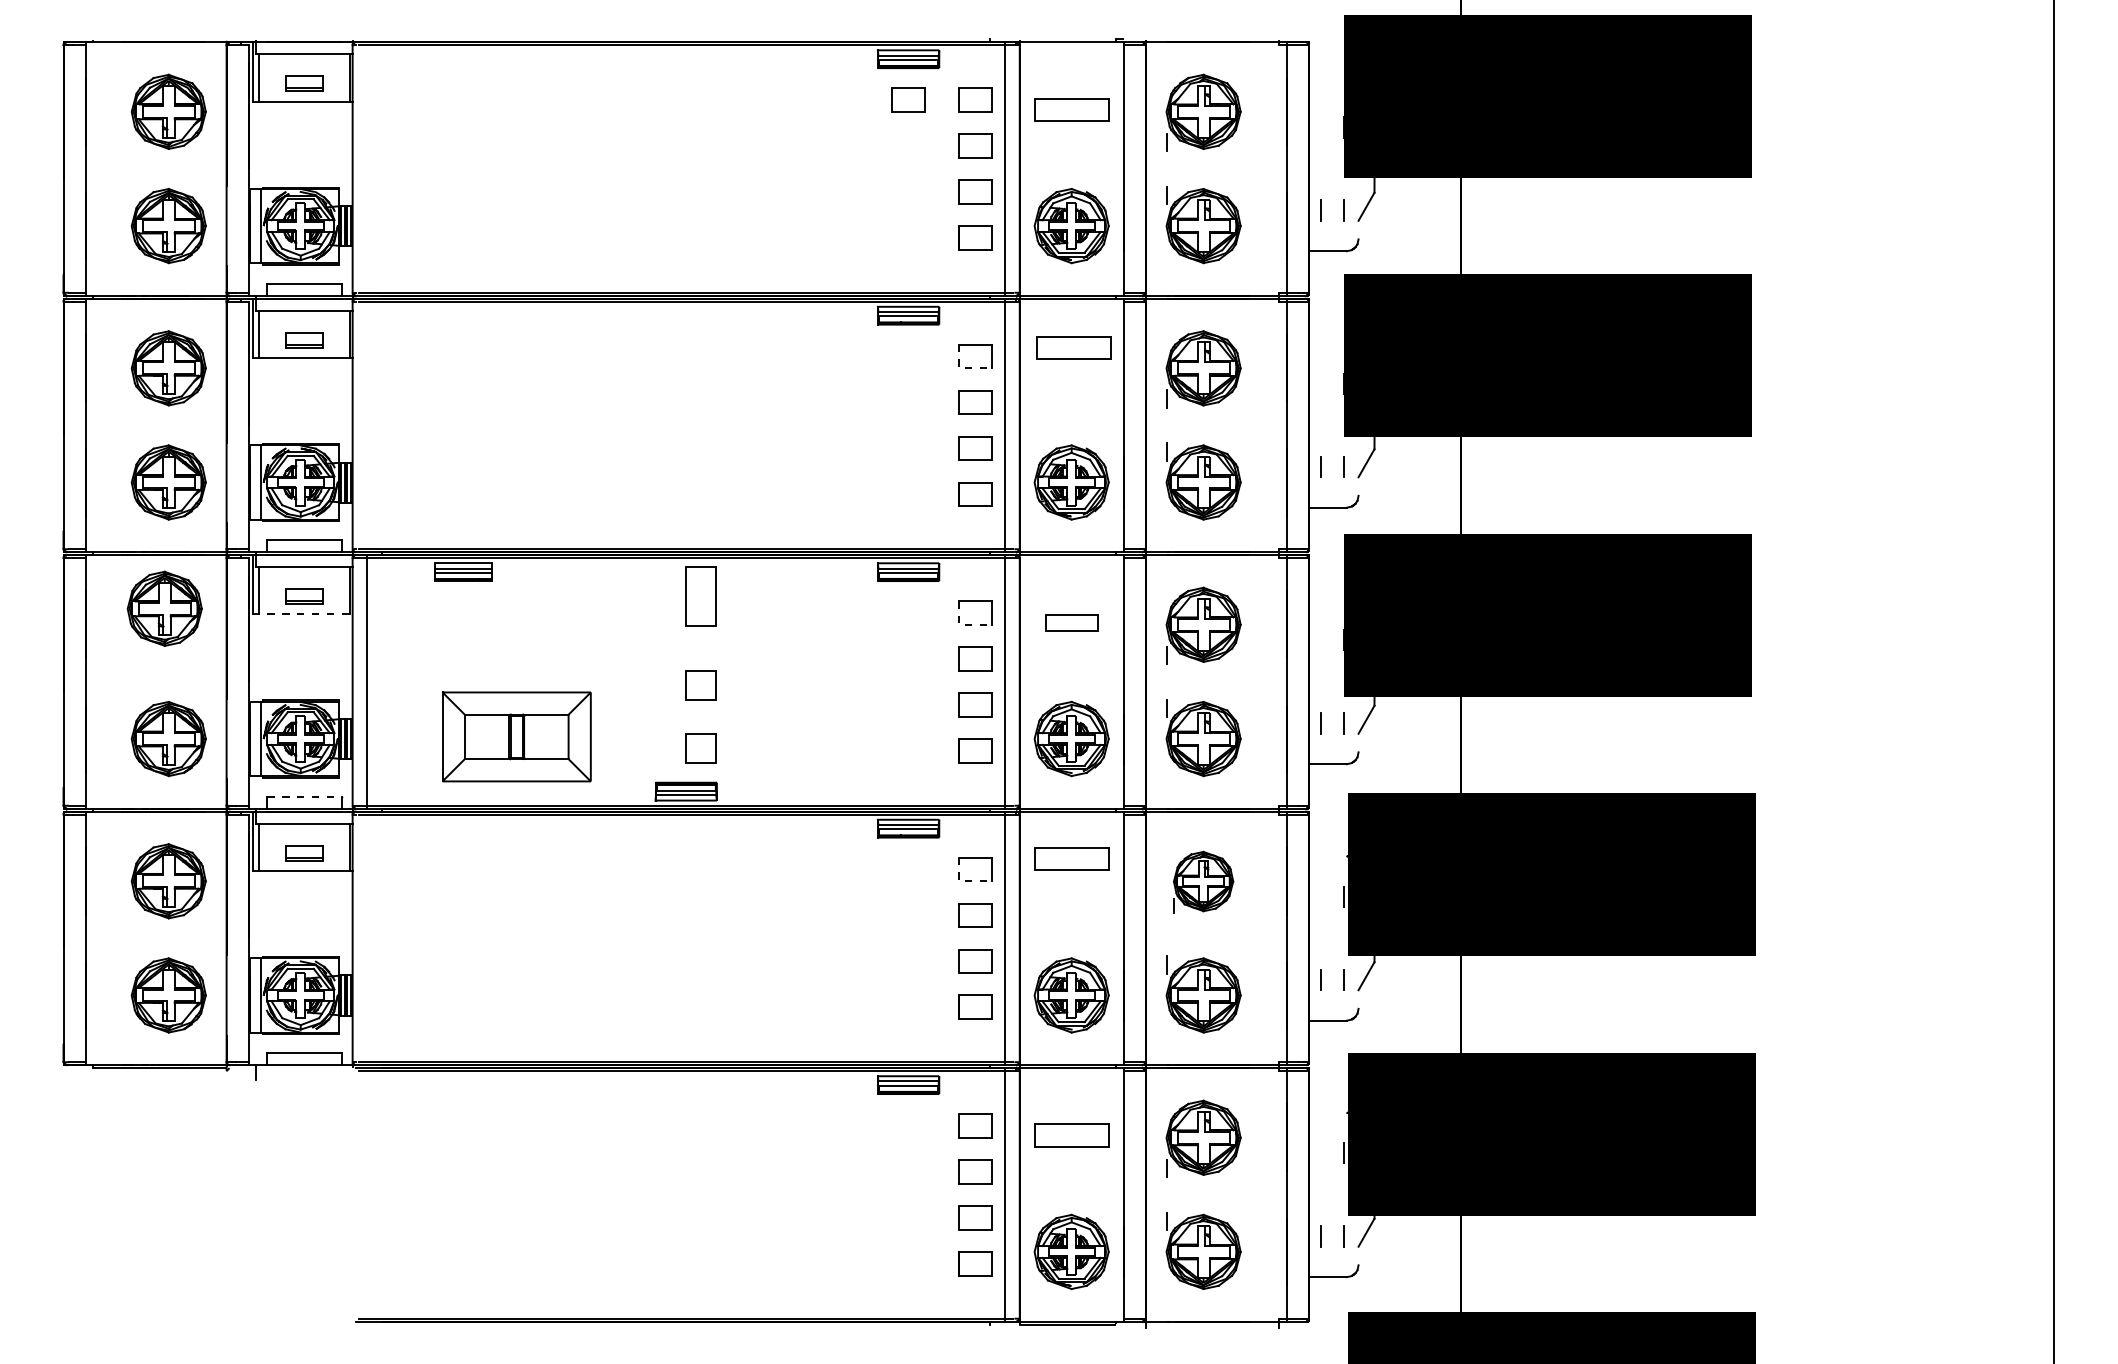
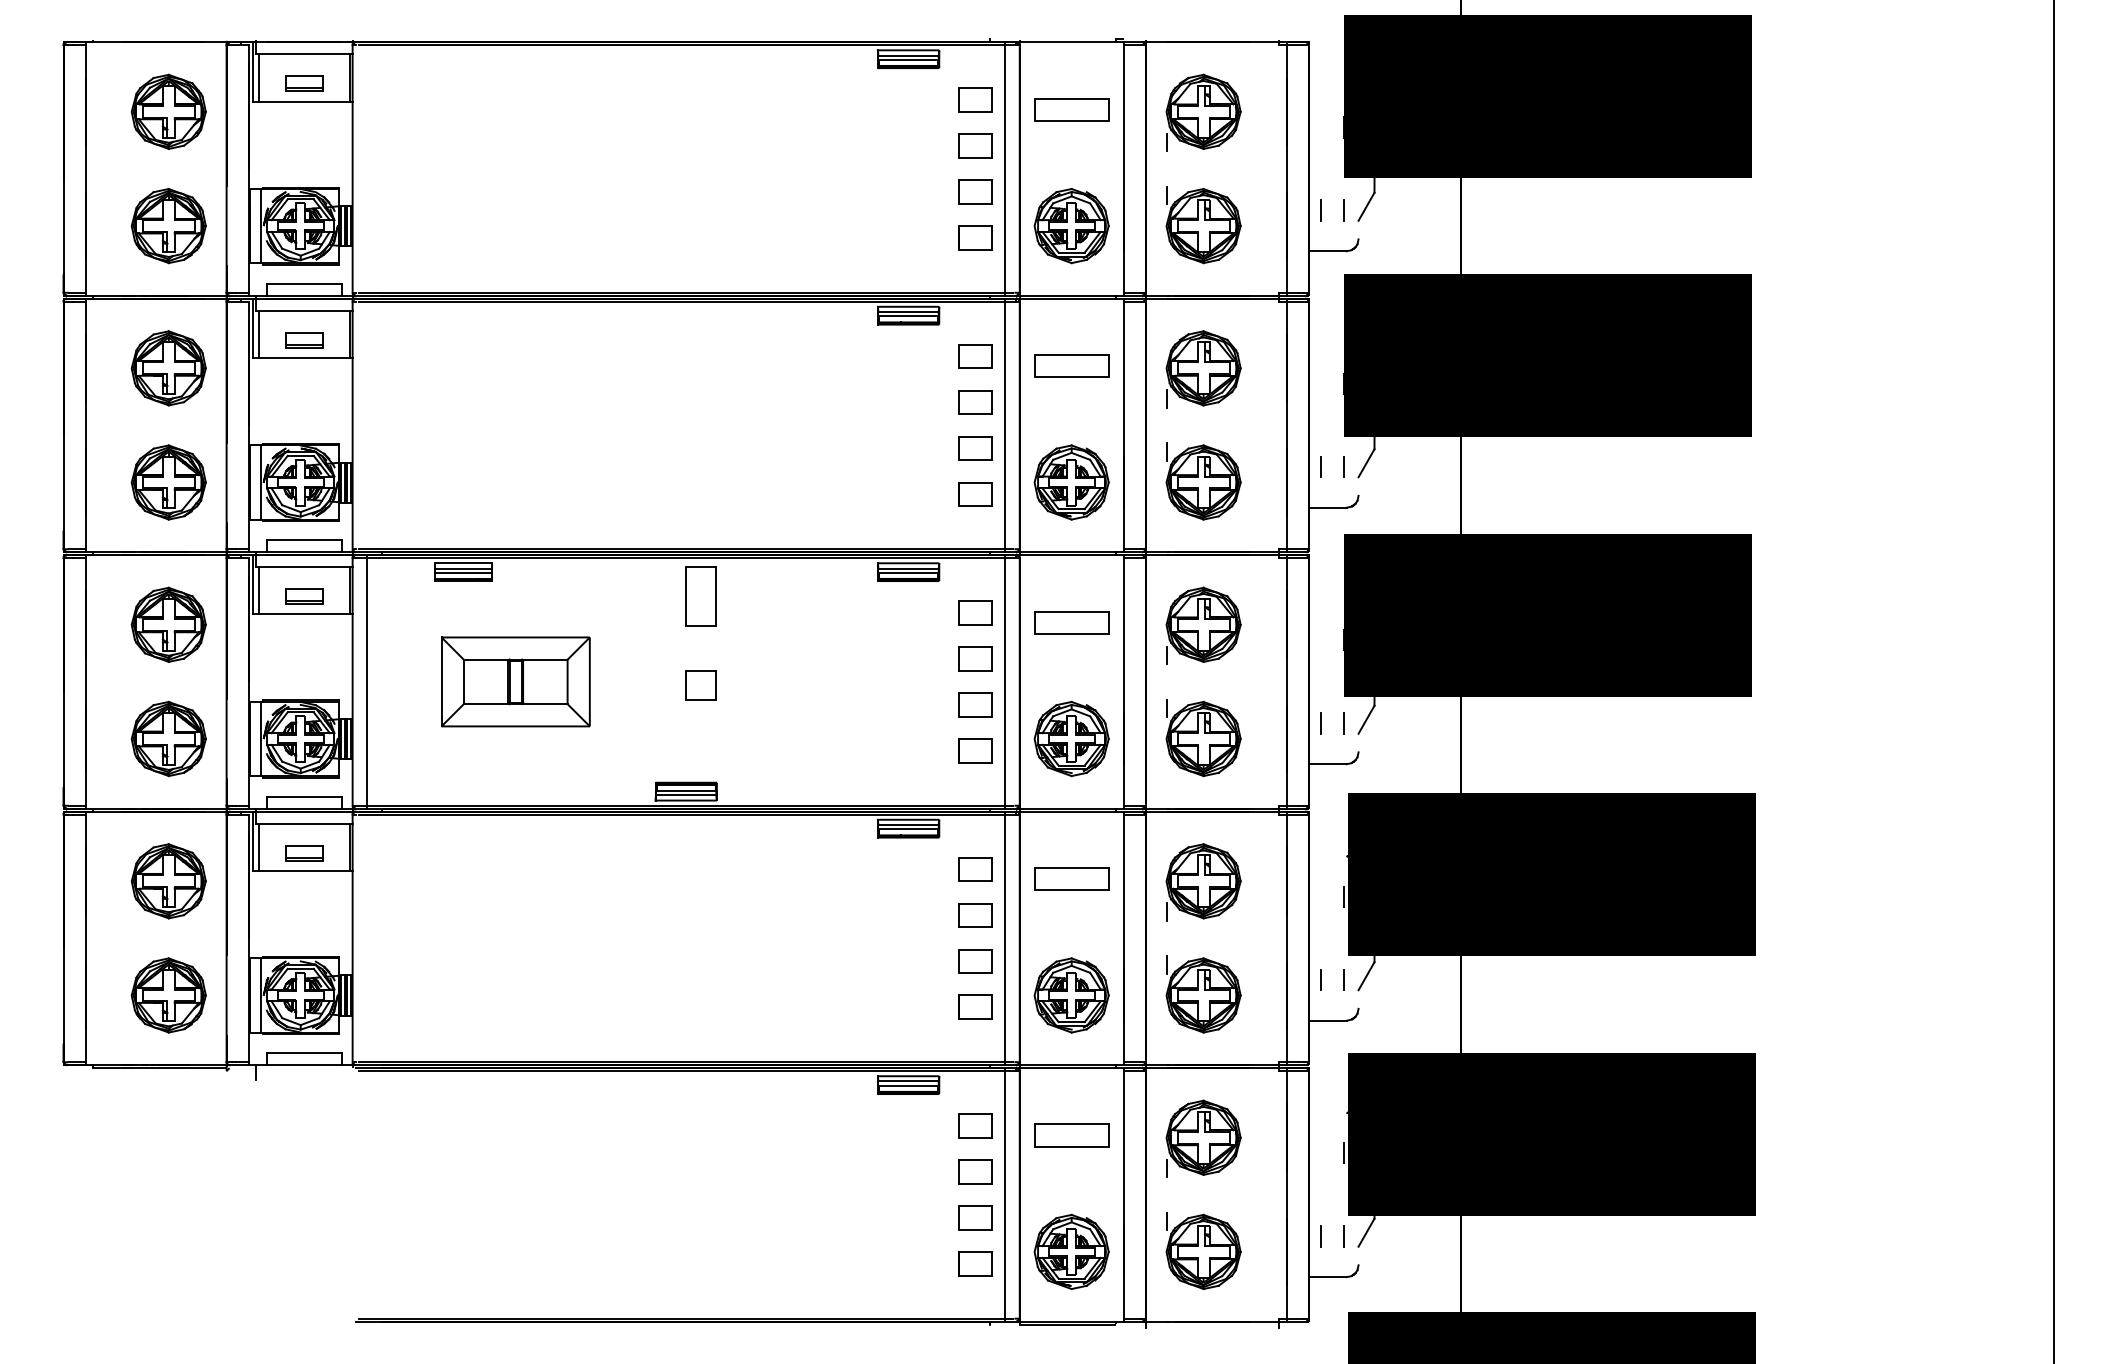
part at (908, 99): present -> none
part at (1073, 347) position: (1073, 347) -> (1071, 365)
line at (962, 368): dashed -> solid
part at (164, 608) position: (164, 608) -> (168, 624)
line at (303, 614): dashed -> solid
part at (1071, 622) size: 54x18 px -> 76x24 px
line at (962, 624): dashed -> solid
part at (516, 736) position: (516, 736) -> (515, 681)
part at (700, 748): present -> none
line at (304, 796): dashed -> solid
part at (1071, 858) position: (1071, 858) -> (1071, 878)
line at (962, 881): dashed -> solid
part at (1203, 881) size: 62x64 px -> 77x79 px
